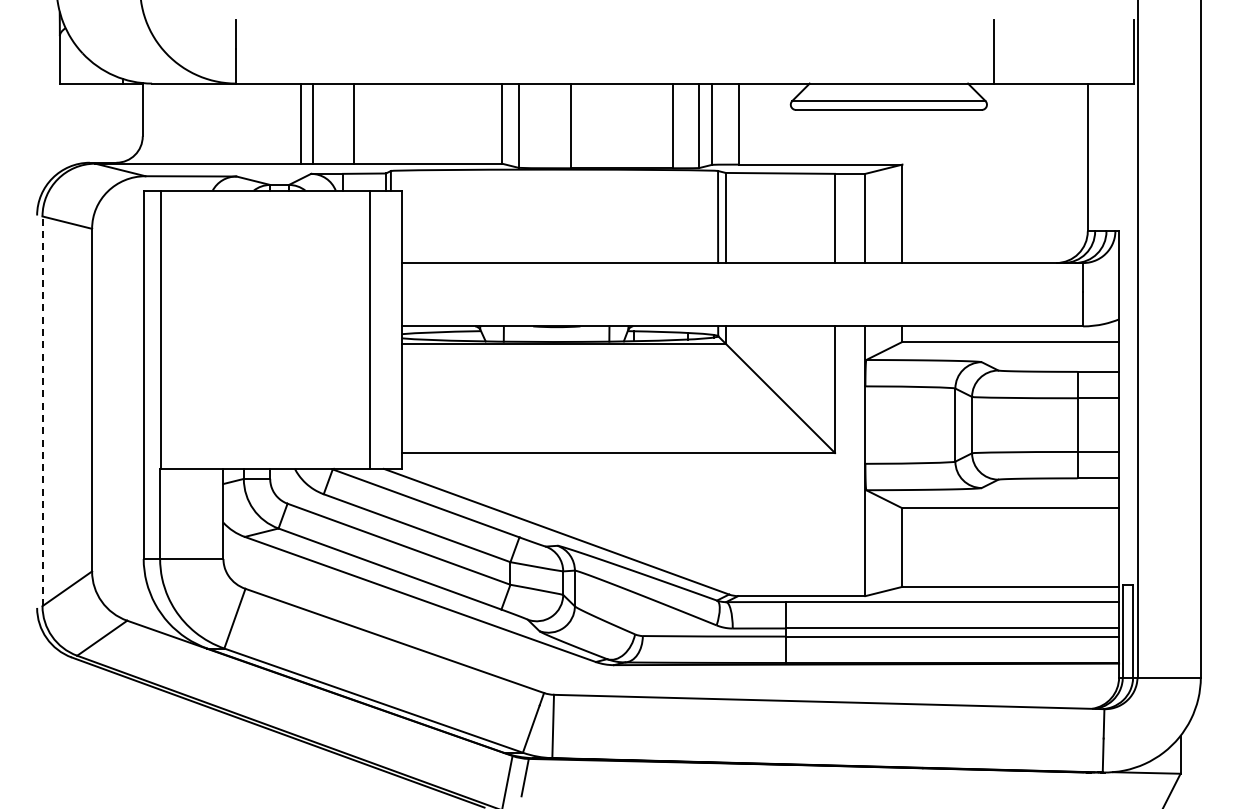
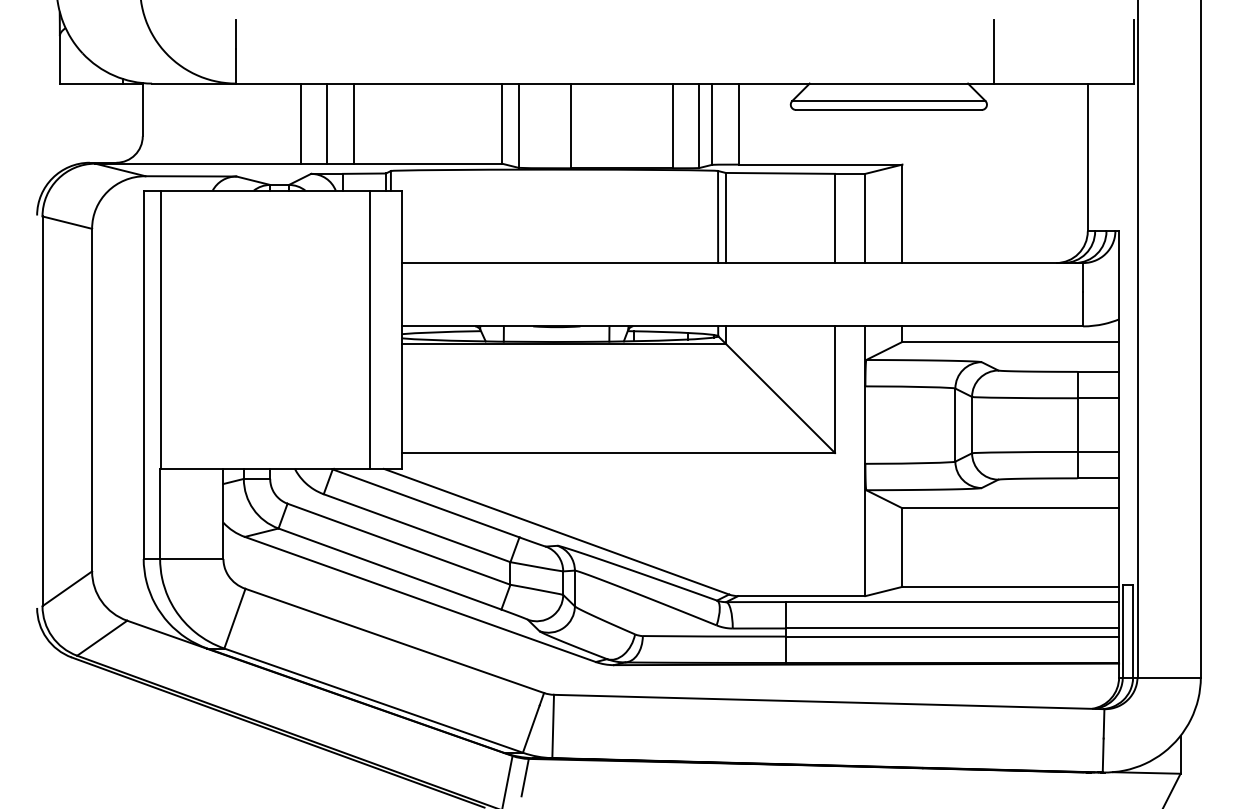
line at (313, 123) position: (313, 123) -> (327, 123)
line at (42, 411): dashed -> solid
